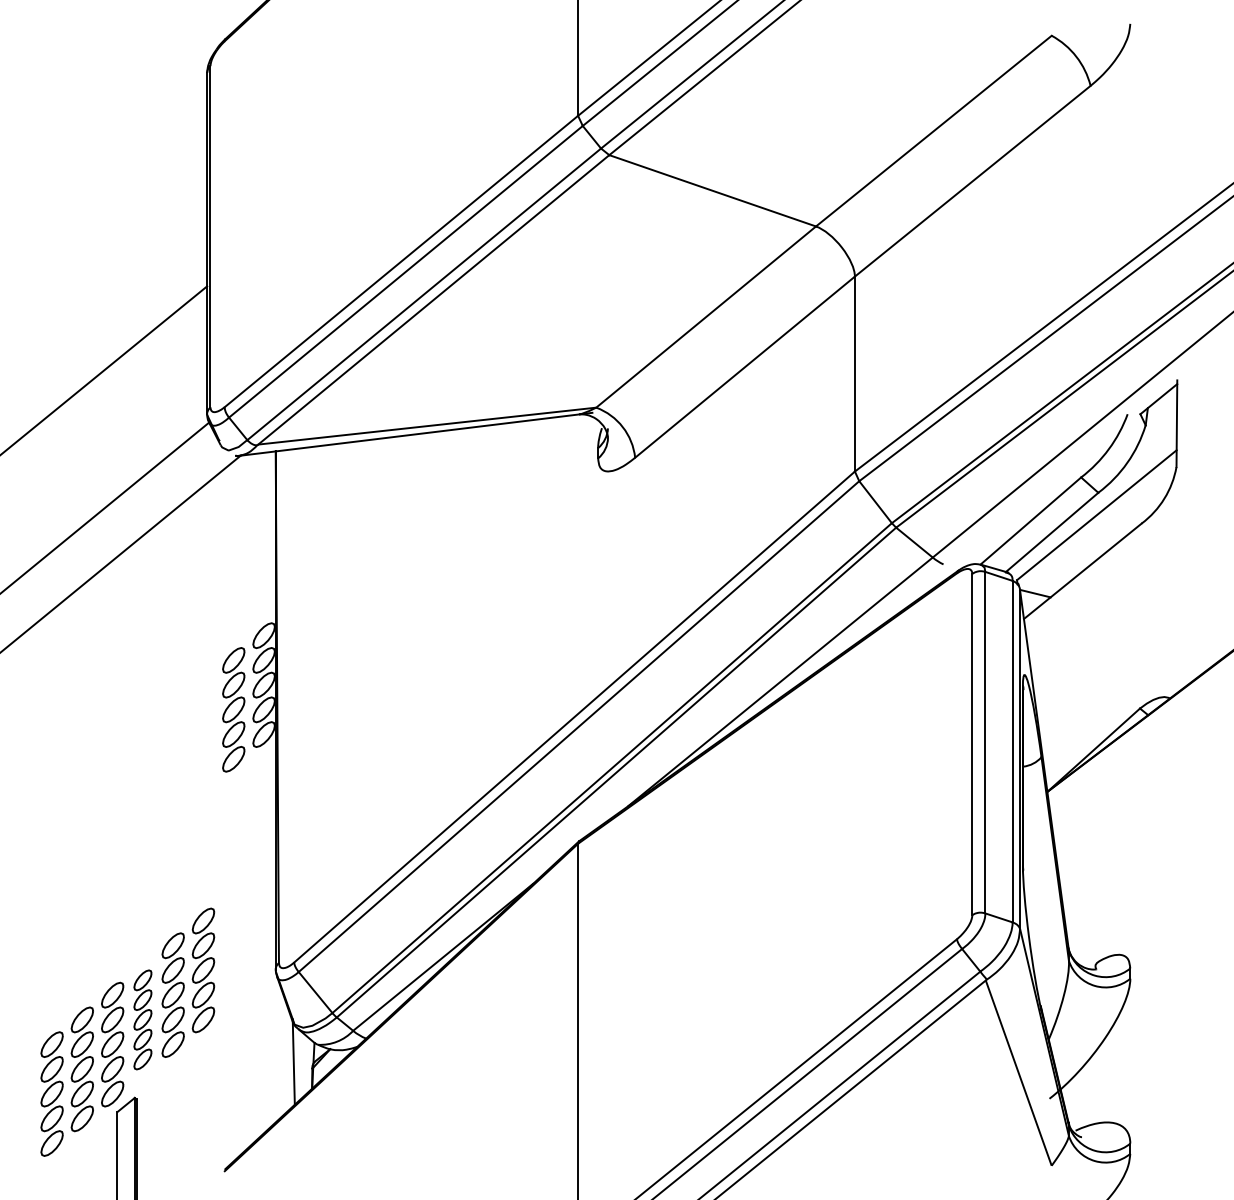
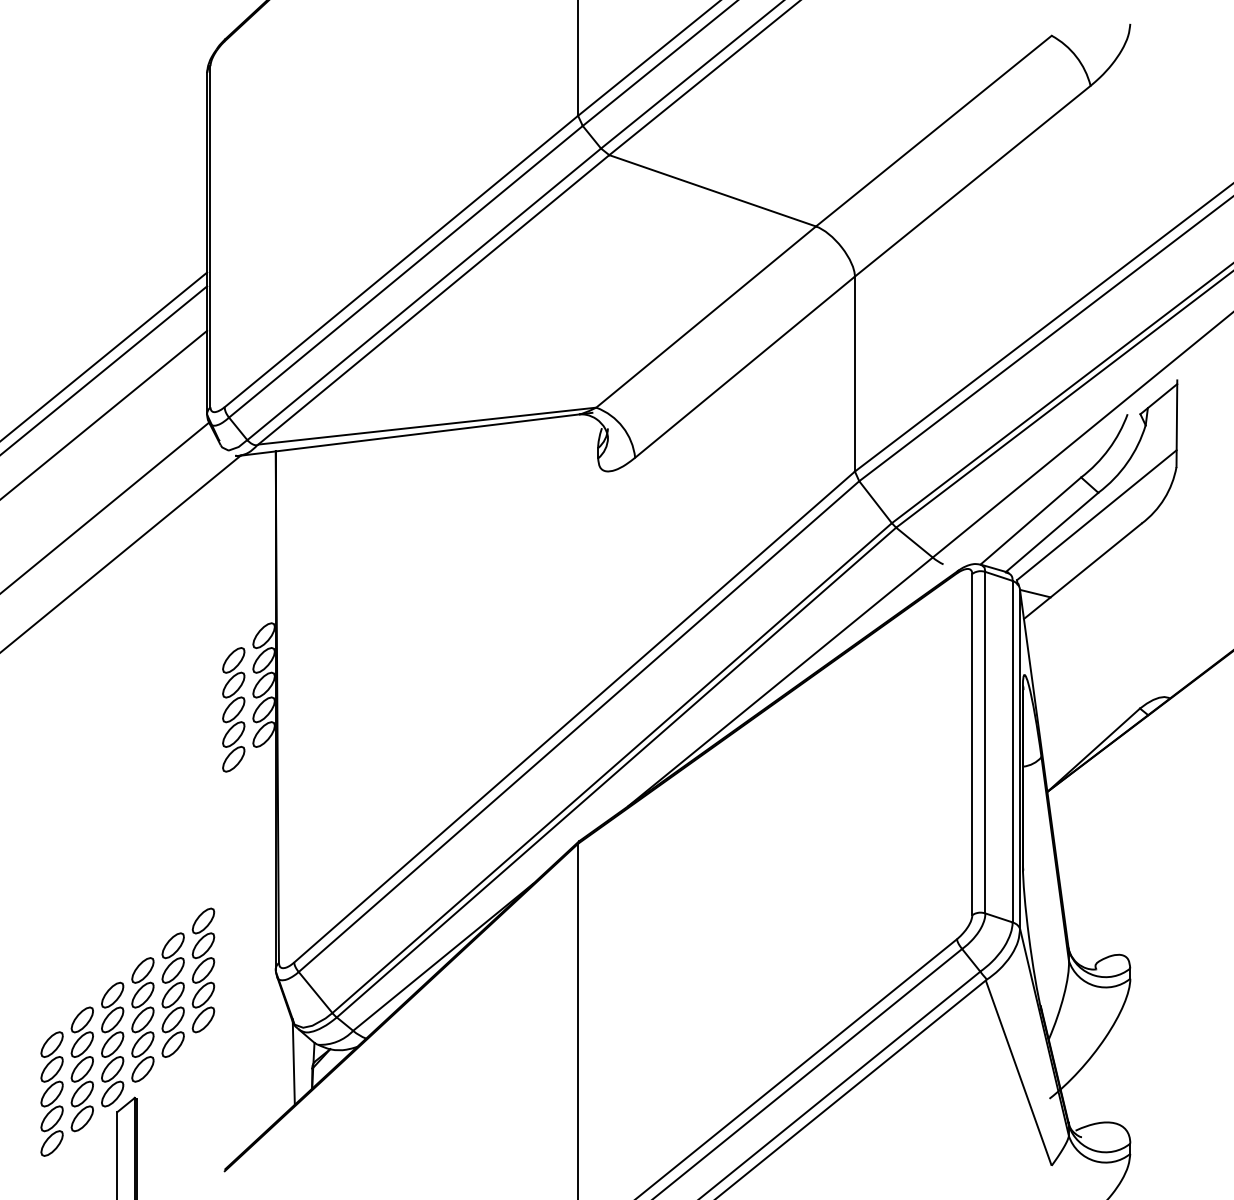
line at (104, 355): none -> present
line at (104, 413): none -> present
part at (142, 1019) size: 20x102 px -> 24x126 px
